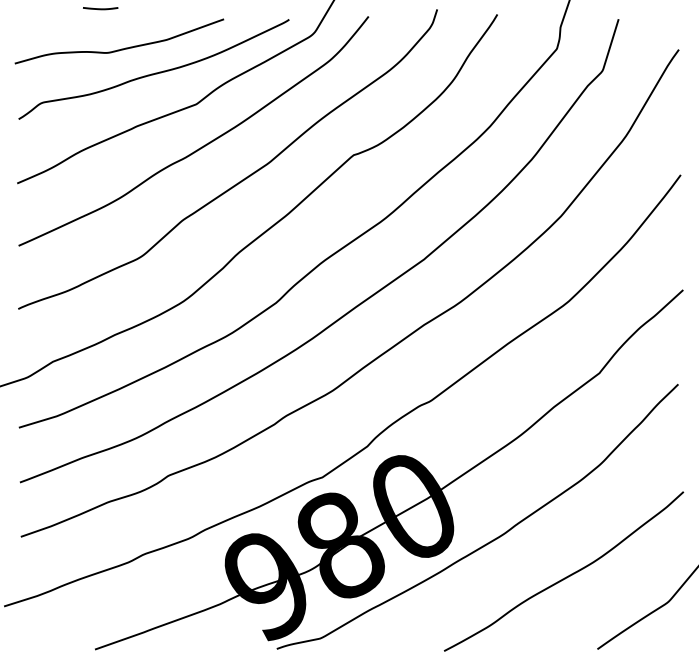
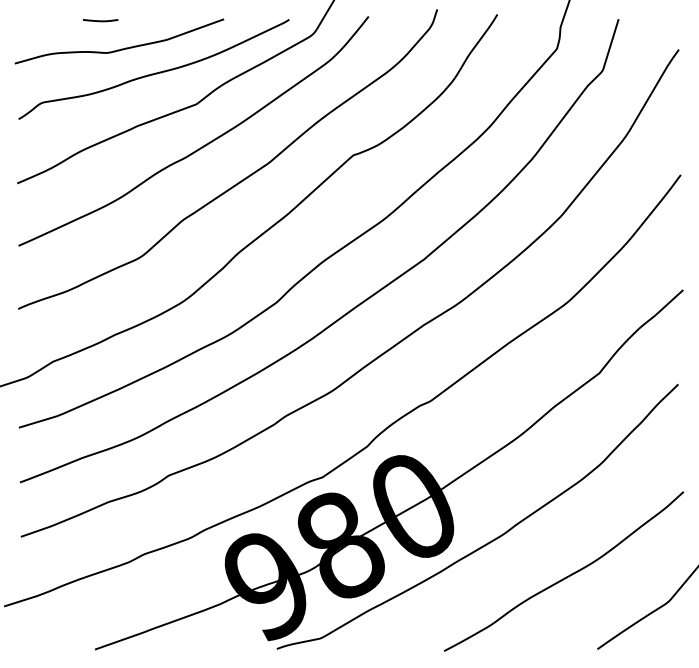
line at (100, 8) position: (100, 8) -> (100, 20)
